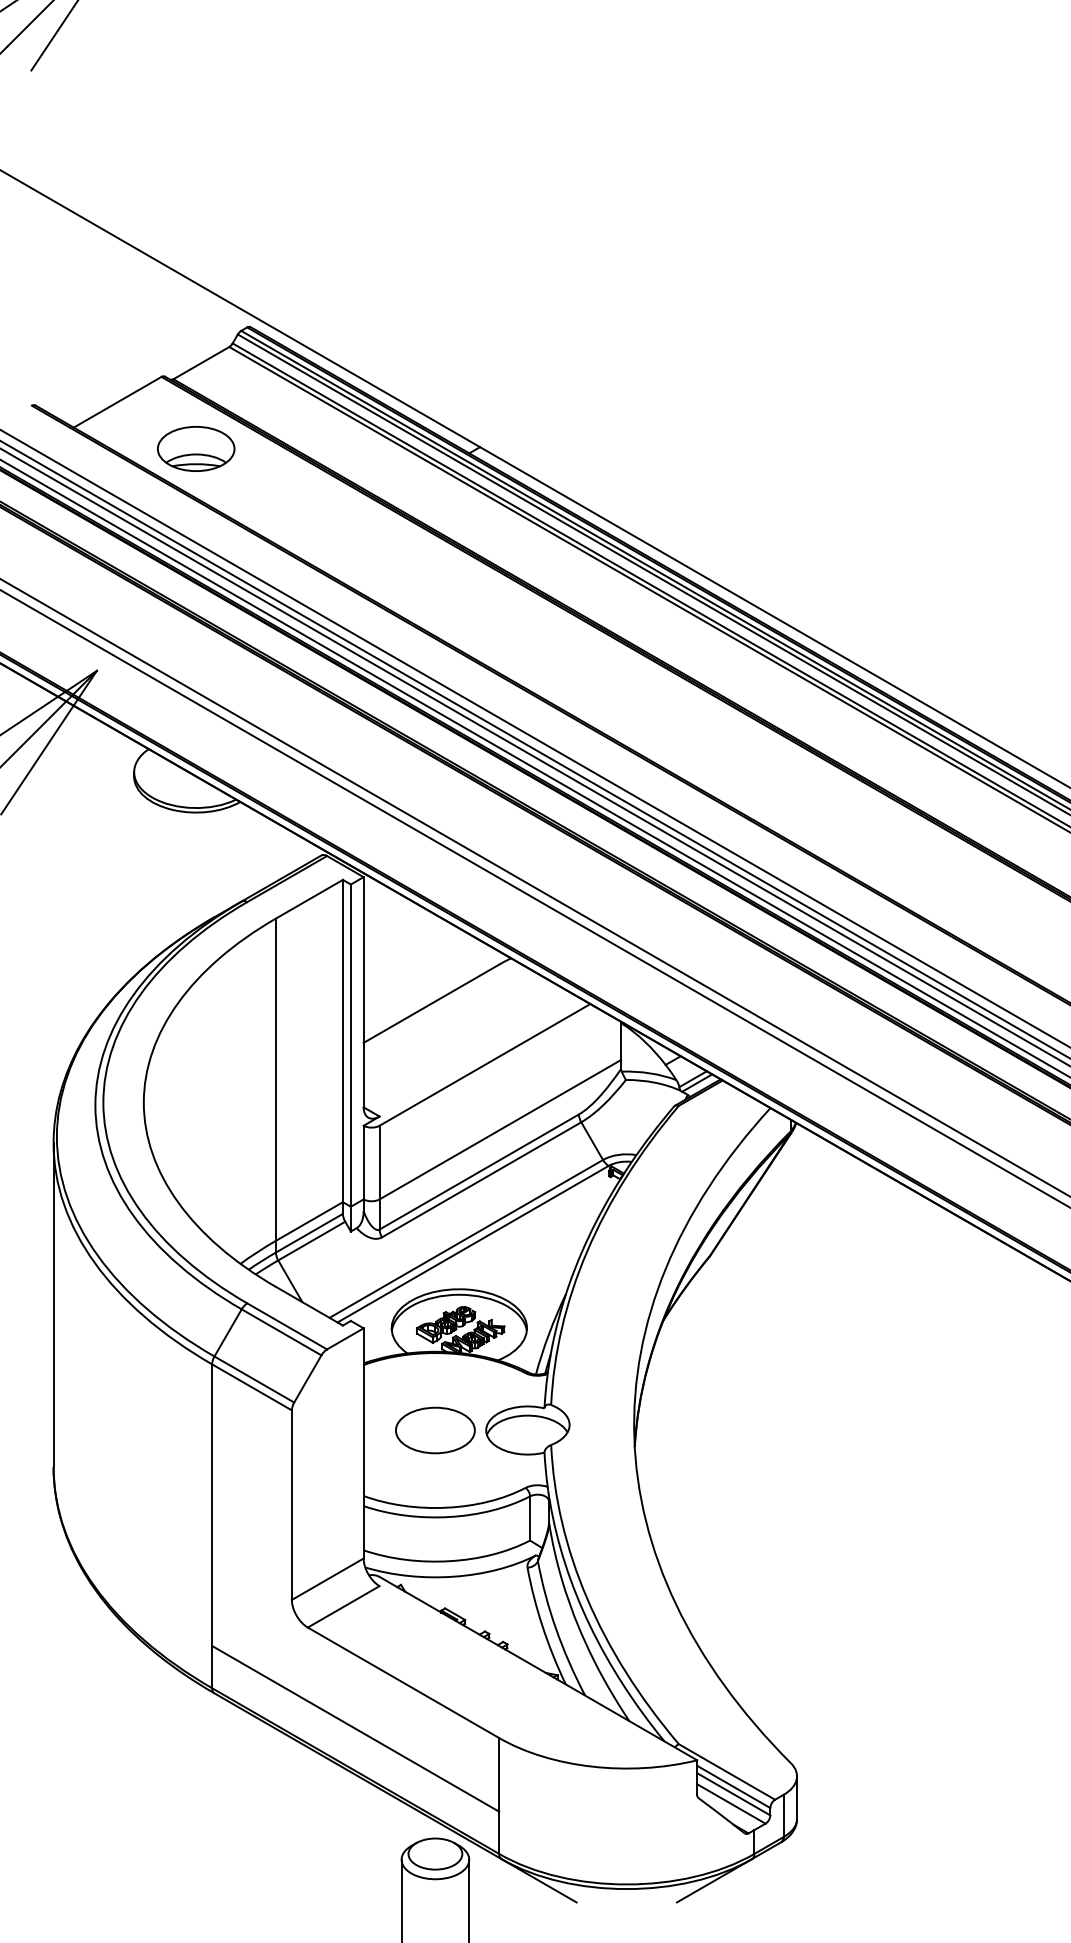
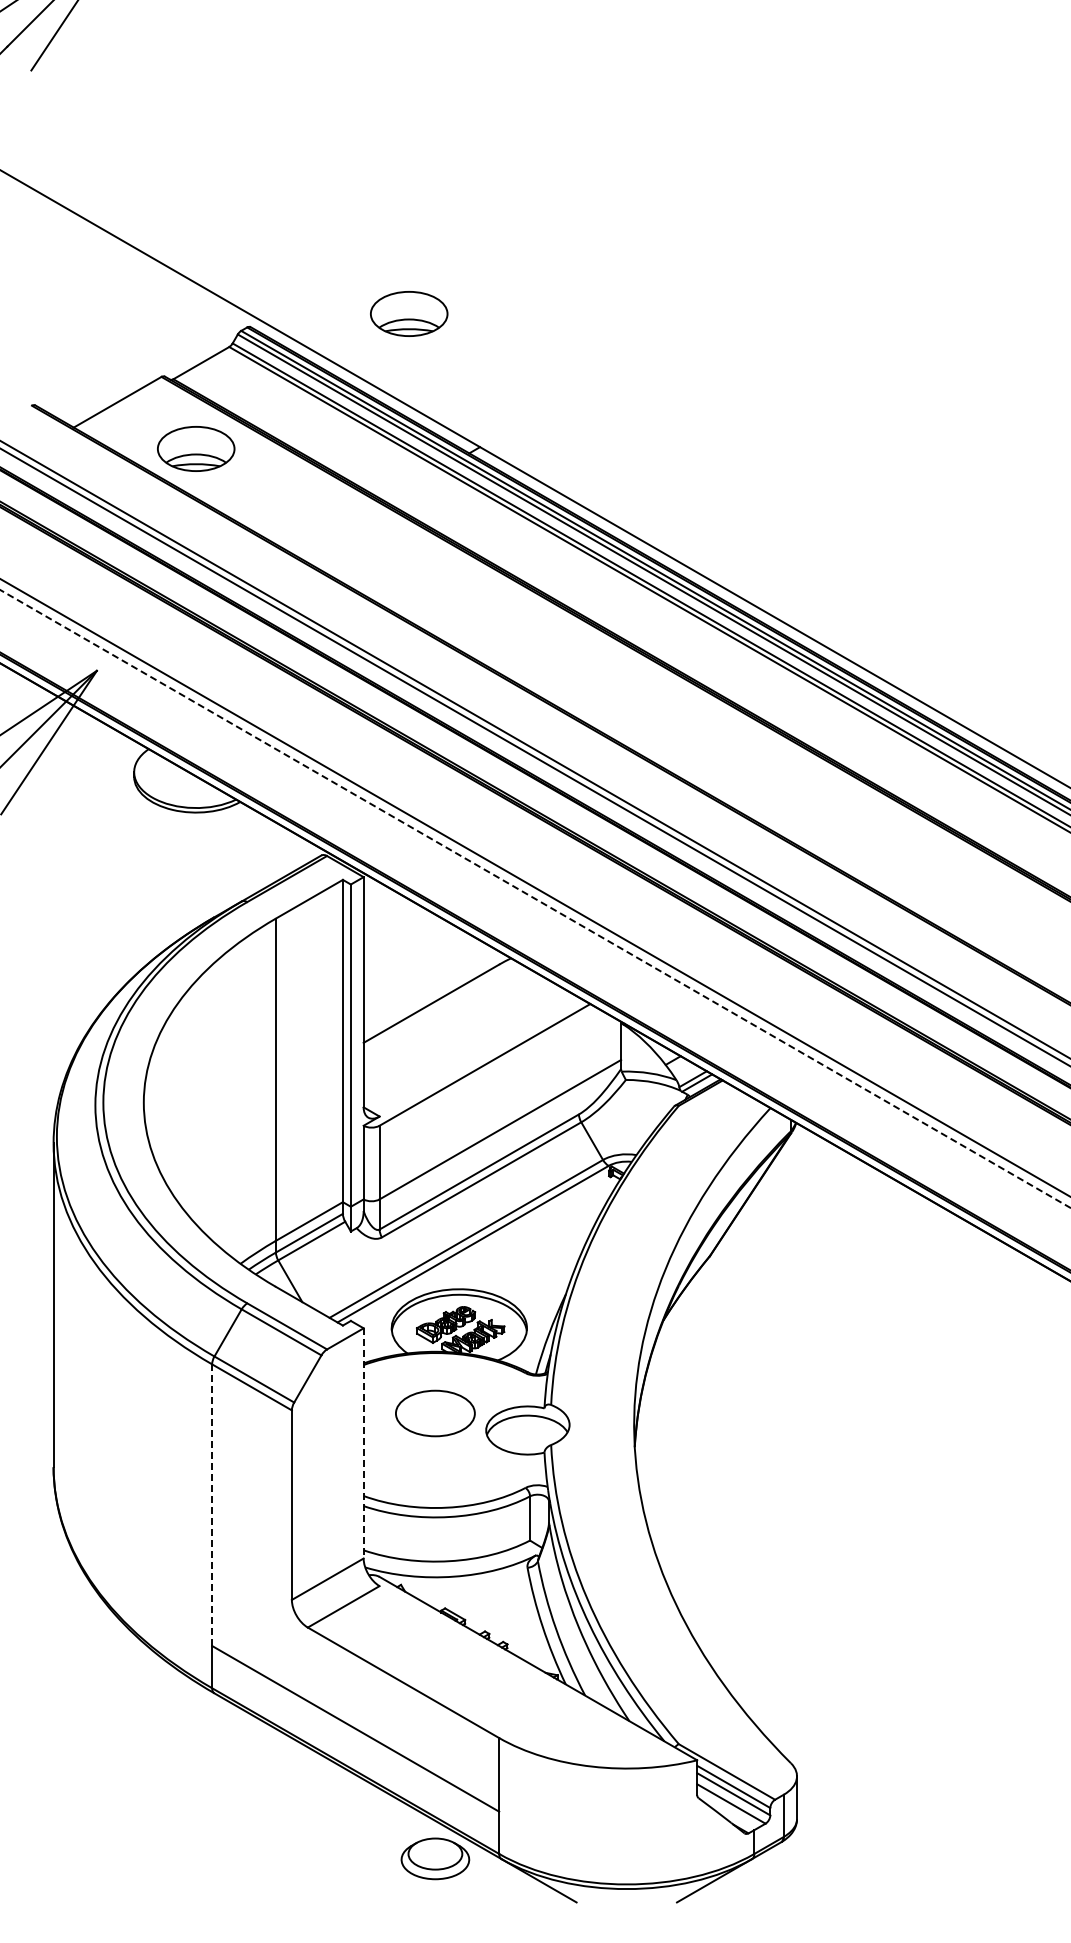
part at (409, 313): none -> present
line at (534, 738): present -> none
line at (534, 768): present -> none
line at (535, 899): solid -> dashed
part at (435, 1430) position: (435, 1430) -> (435, 1413)
line at (363, 1443): solid -> dashed
line at (212, 1505): solid -> dashed
line at (401, 1899): present -> none
line at (469, 1899): present -> none
